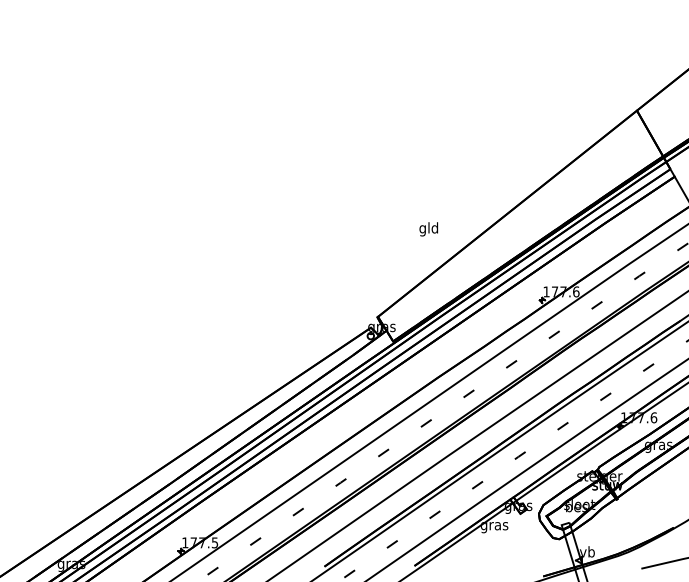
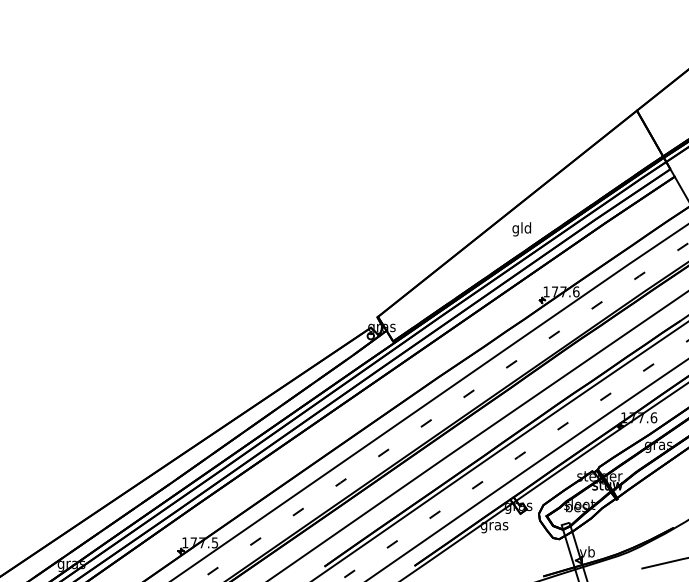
text at (428, 229) position: (428, 229) -> (521, 229)
